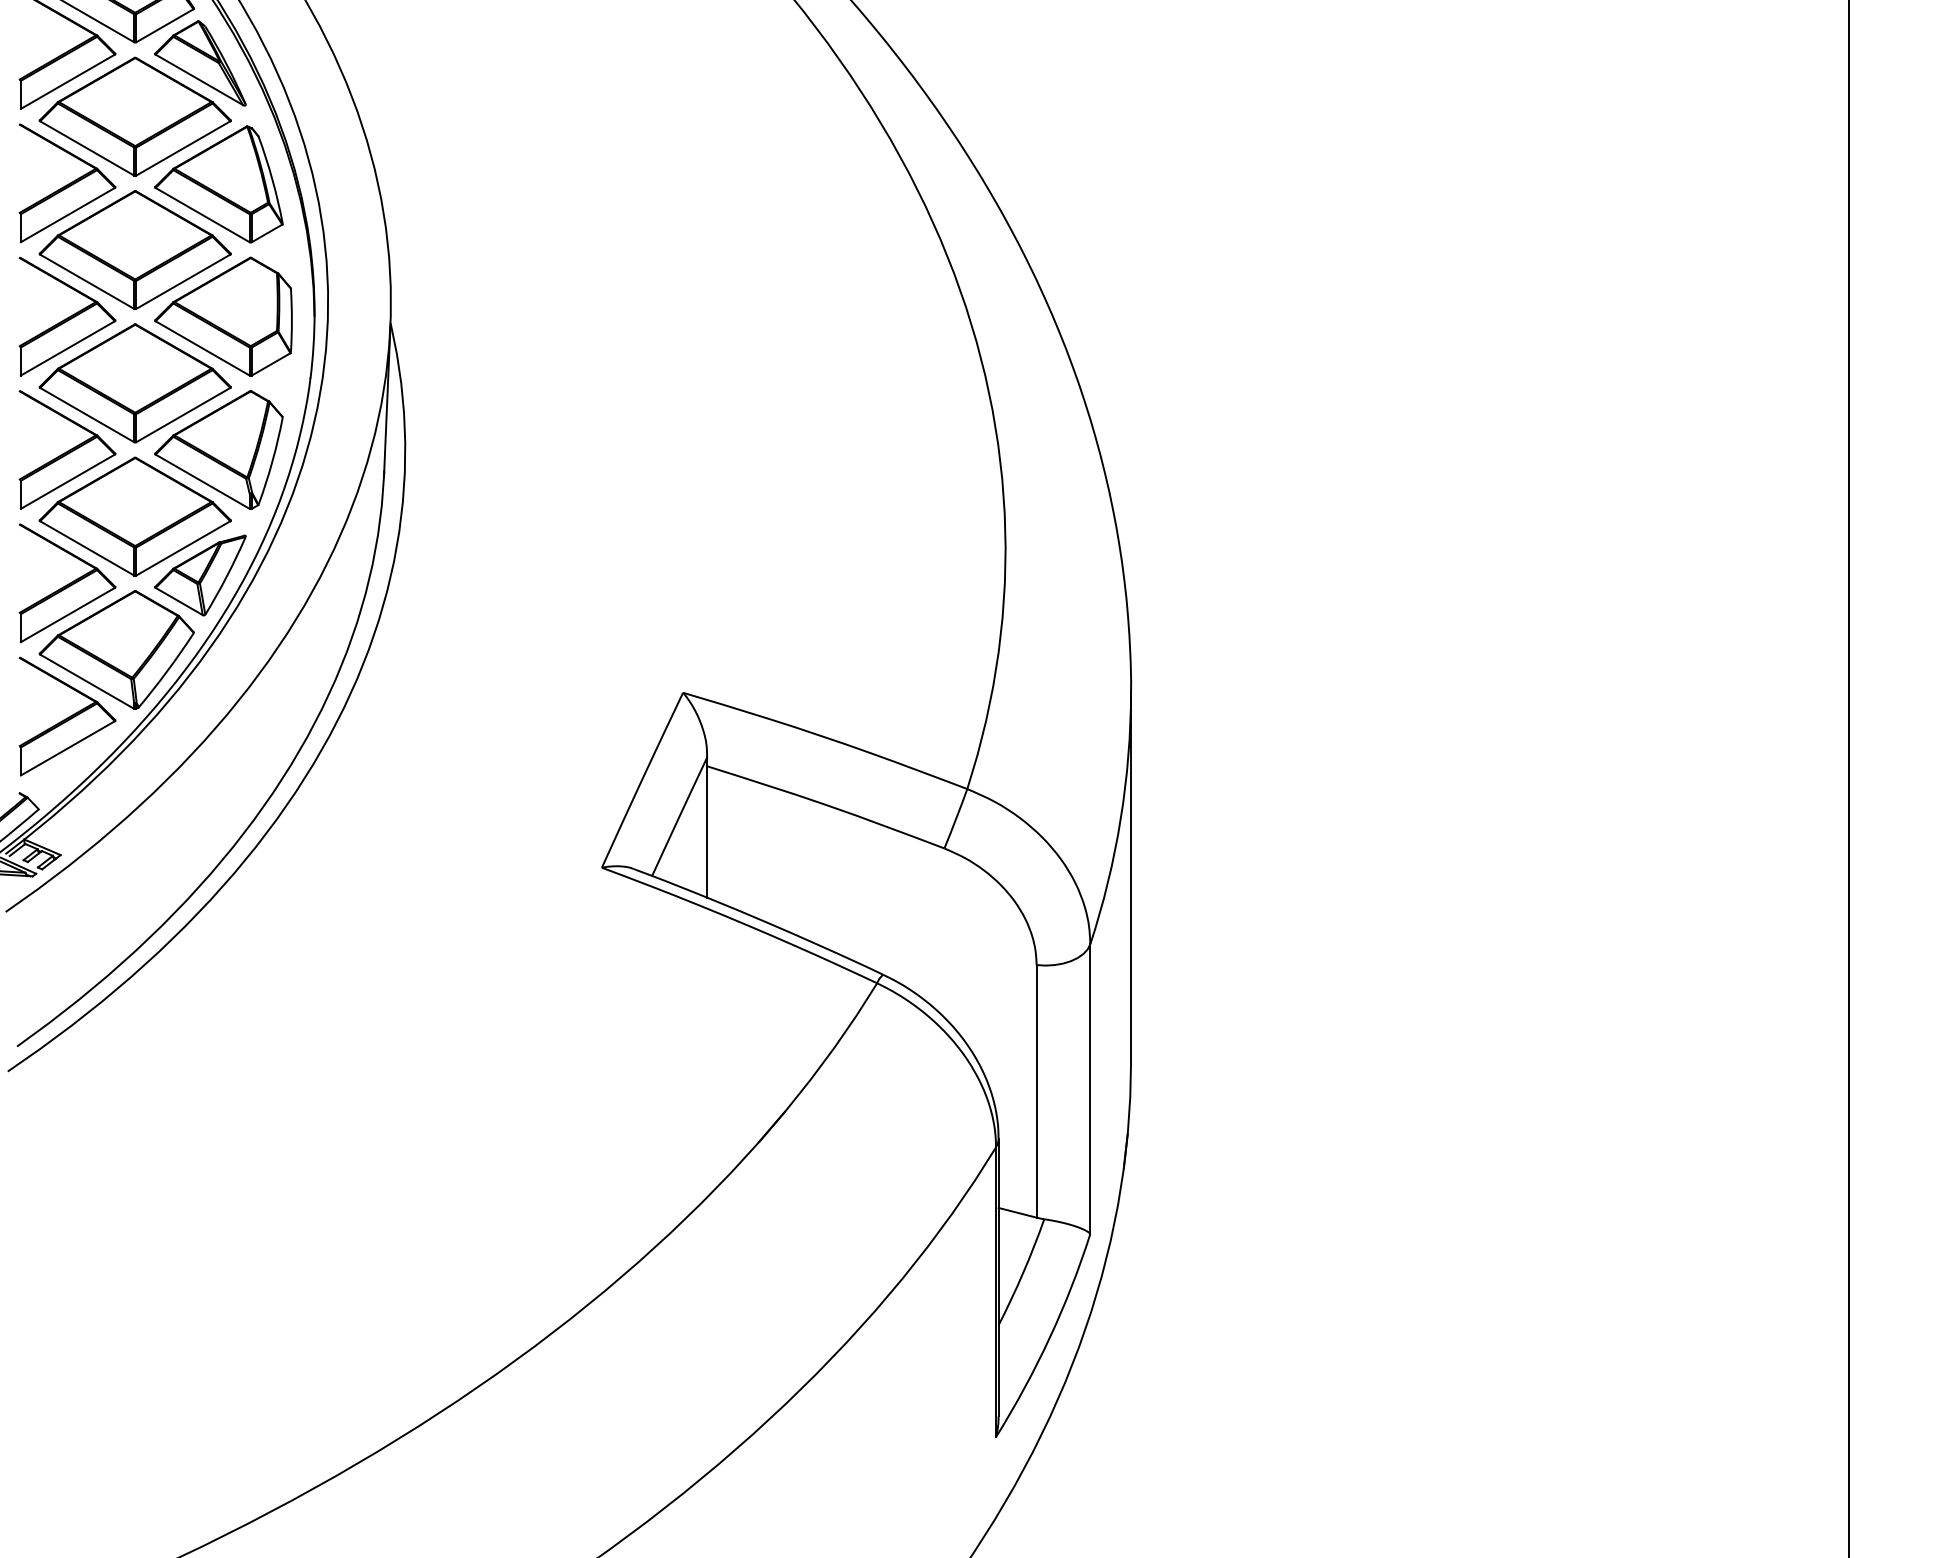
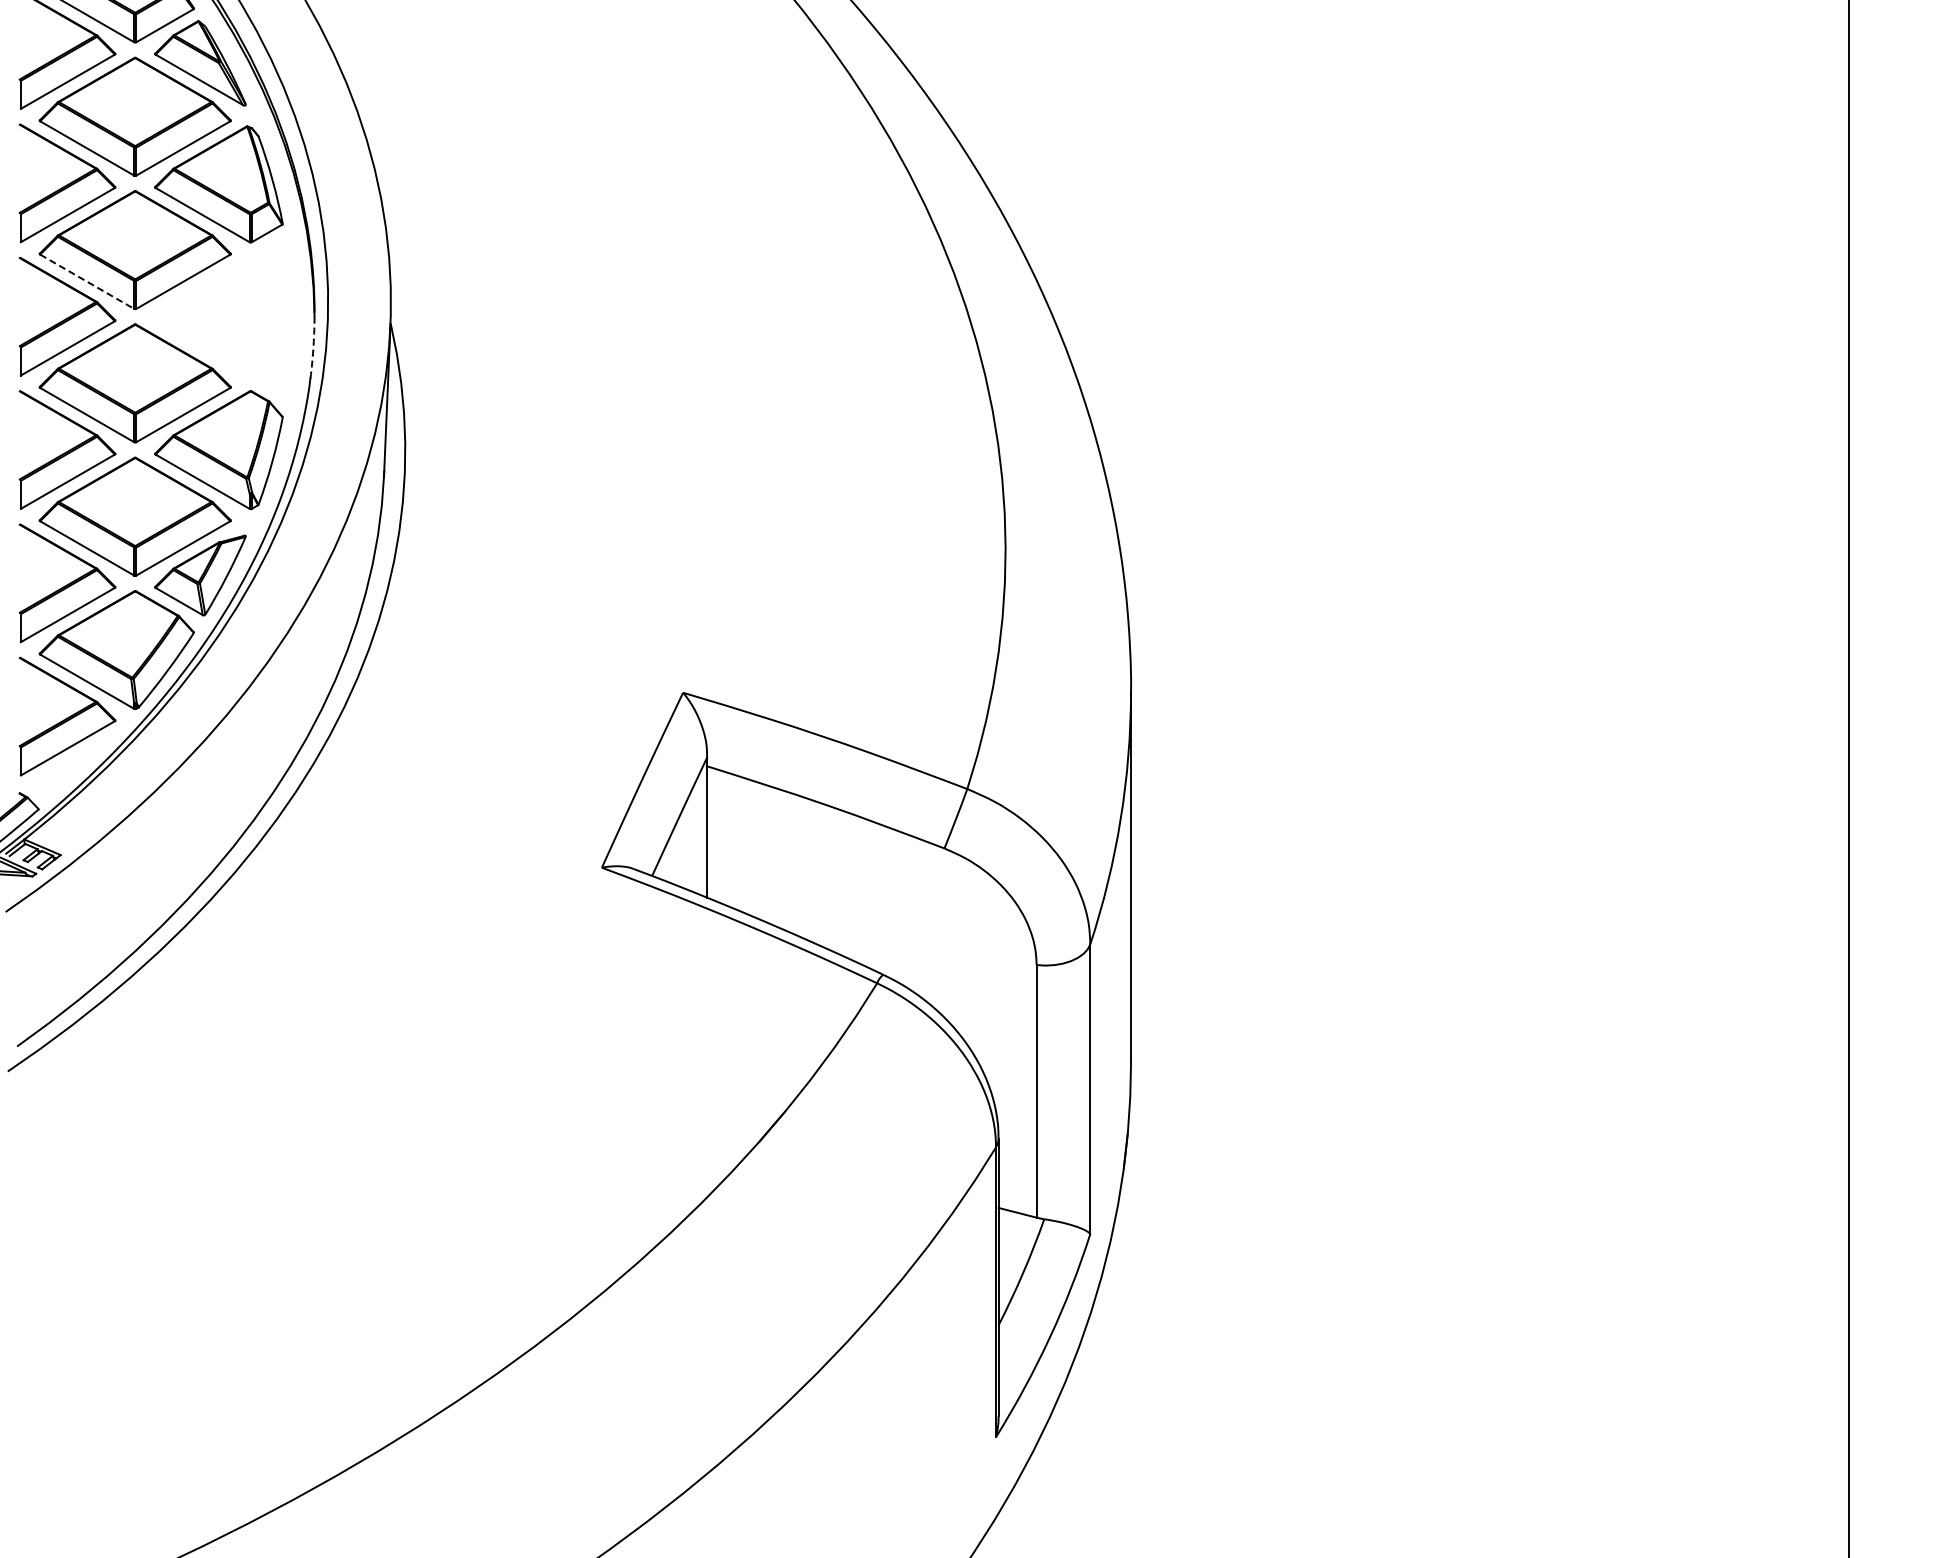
line at (87, 282): solid -> dashed
part at (223, 316): present -> none
arc at (313, 345): solid -> dashed
